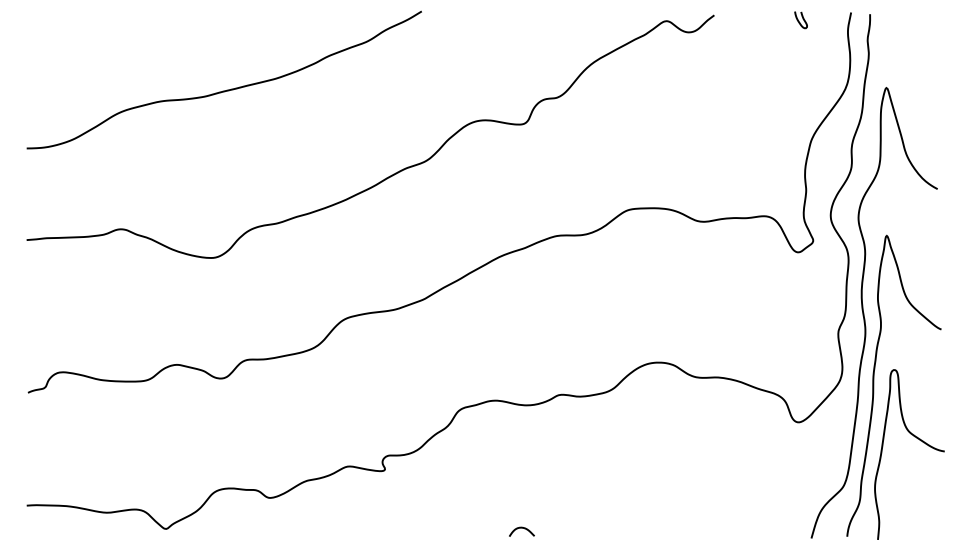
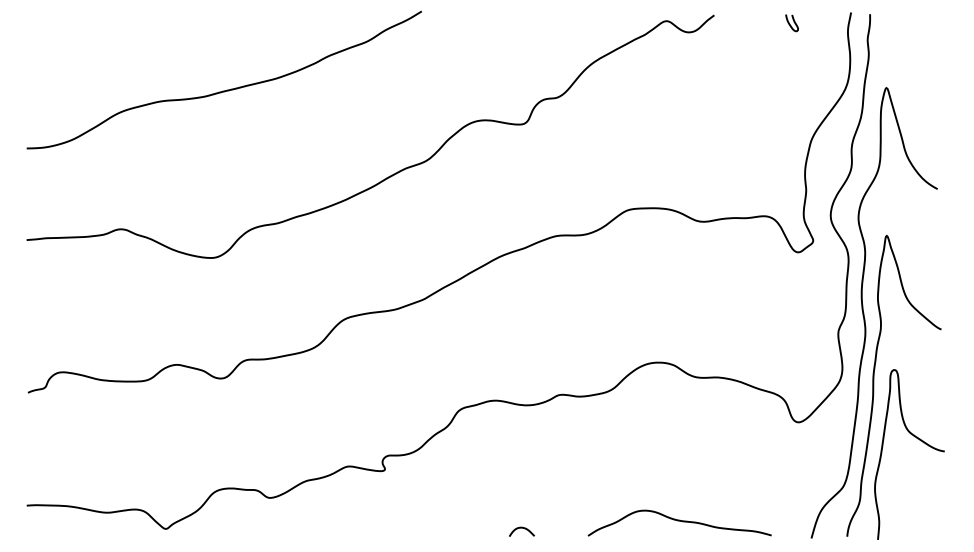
curve at (799, 21) position: (799, 21) -> (790, 24)
curve at (679, 521): none -> present
